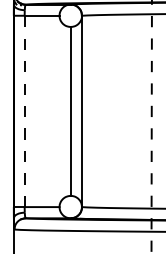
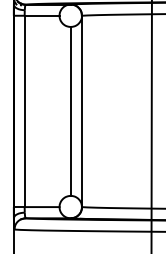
line at (24, 111): dashed -> solid
line at (151, 126): dashed -> solid
